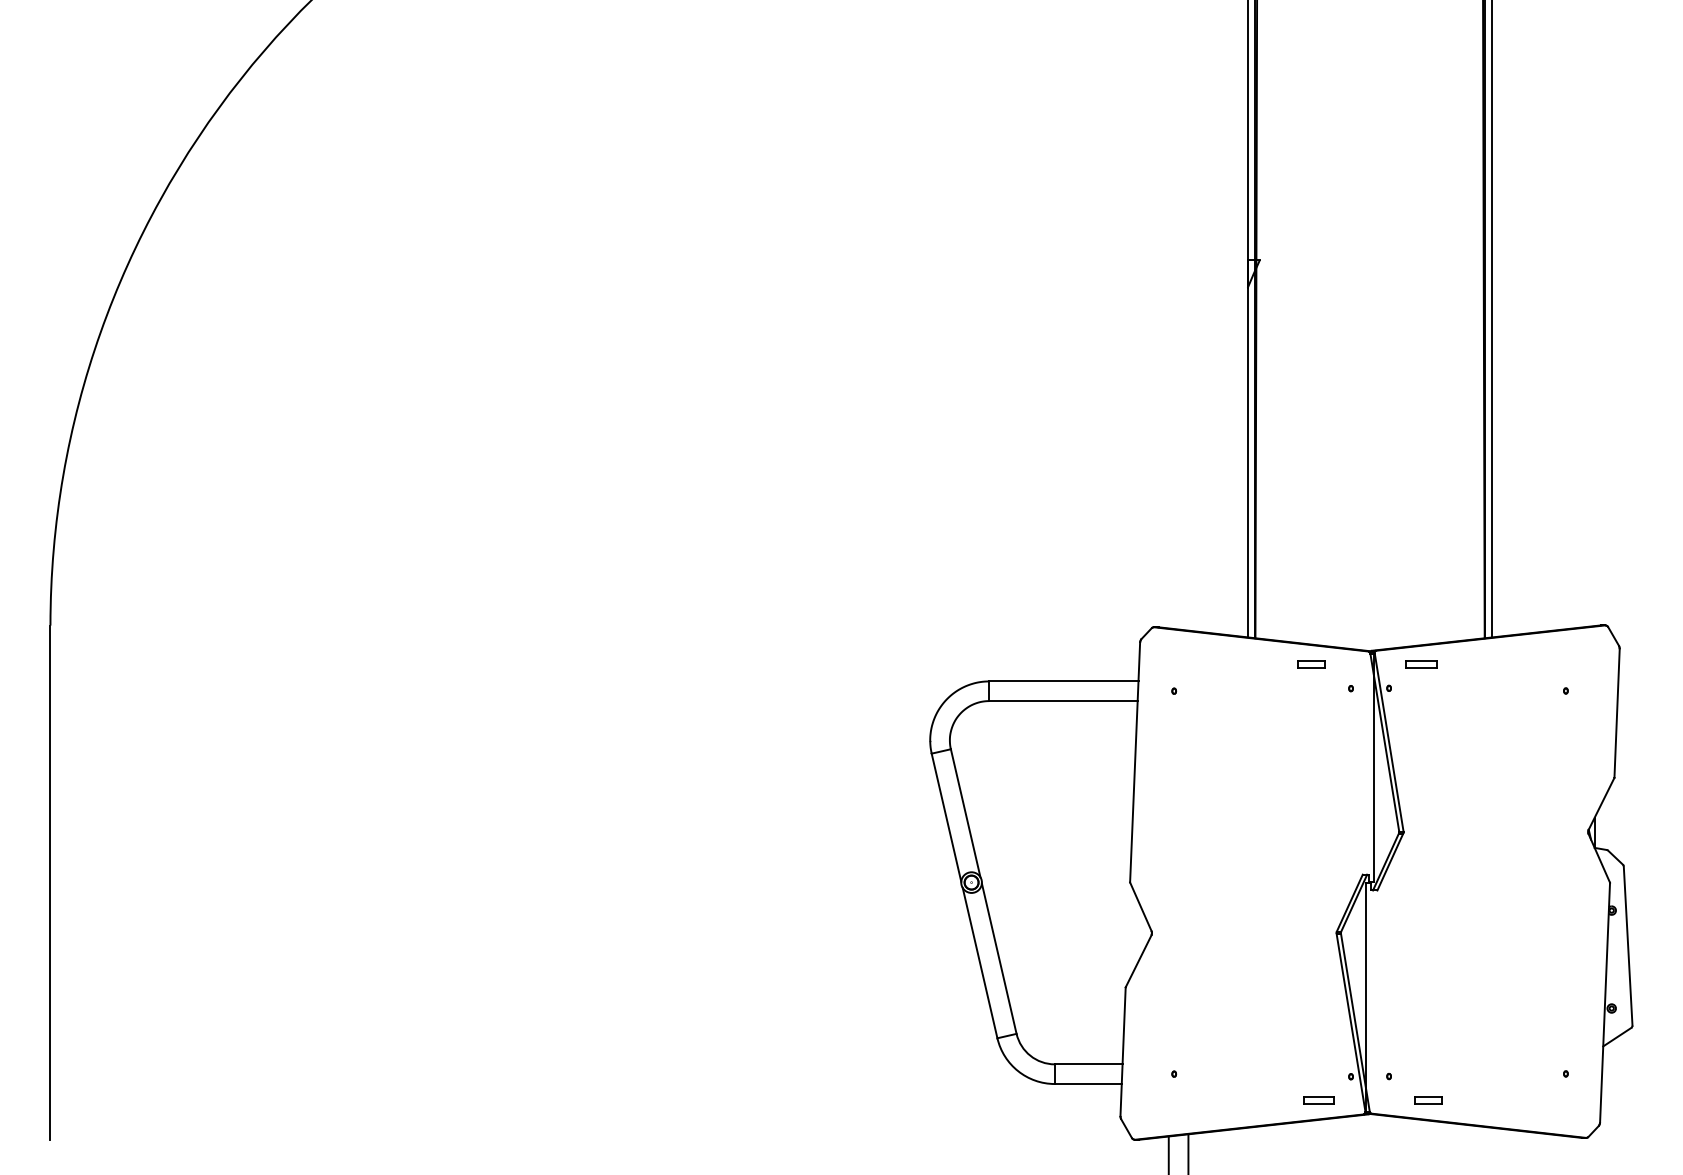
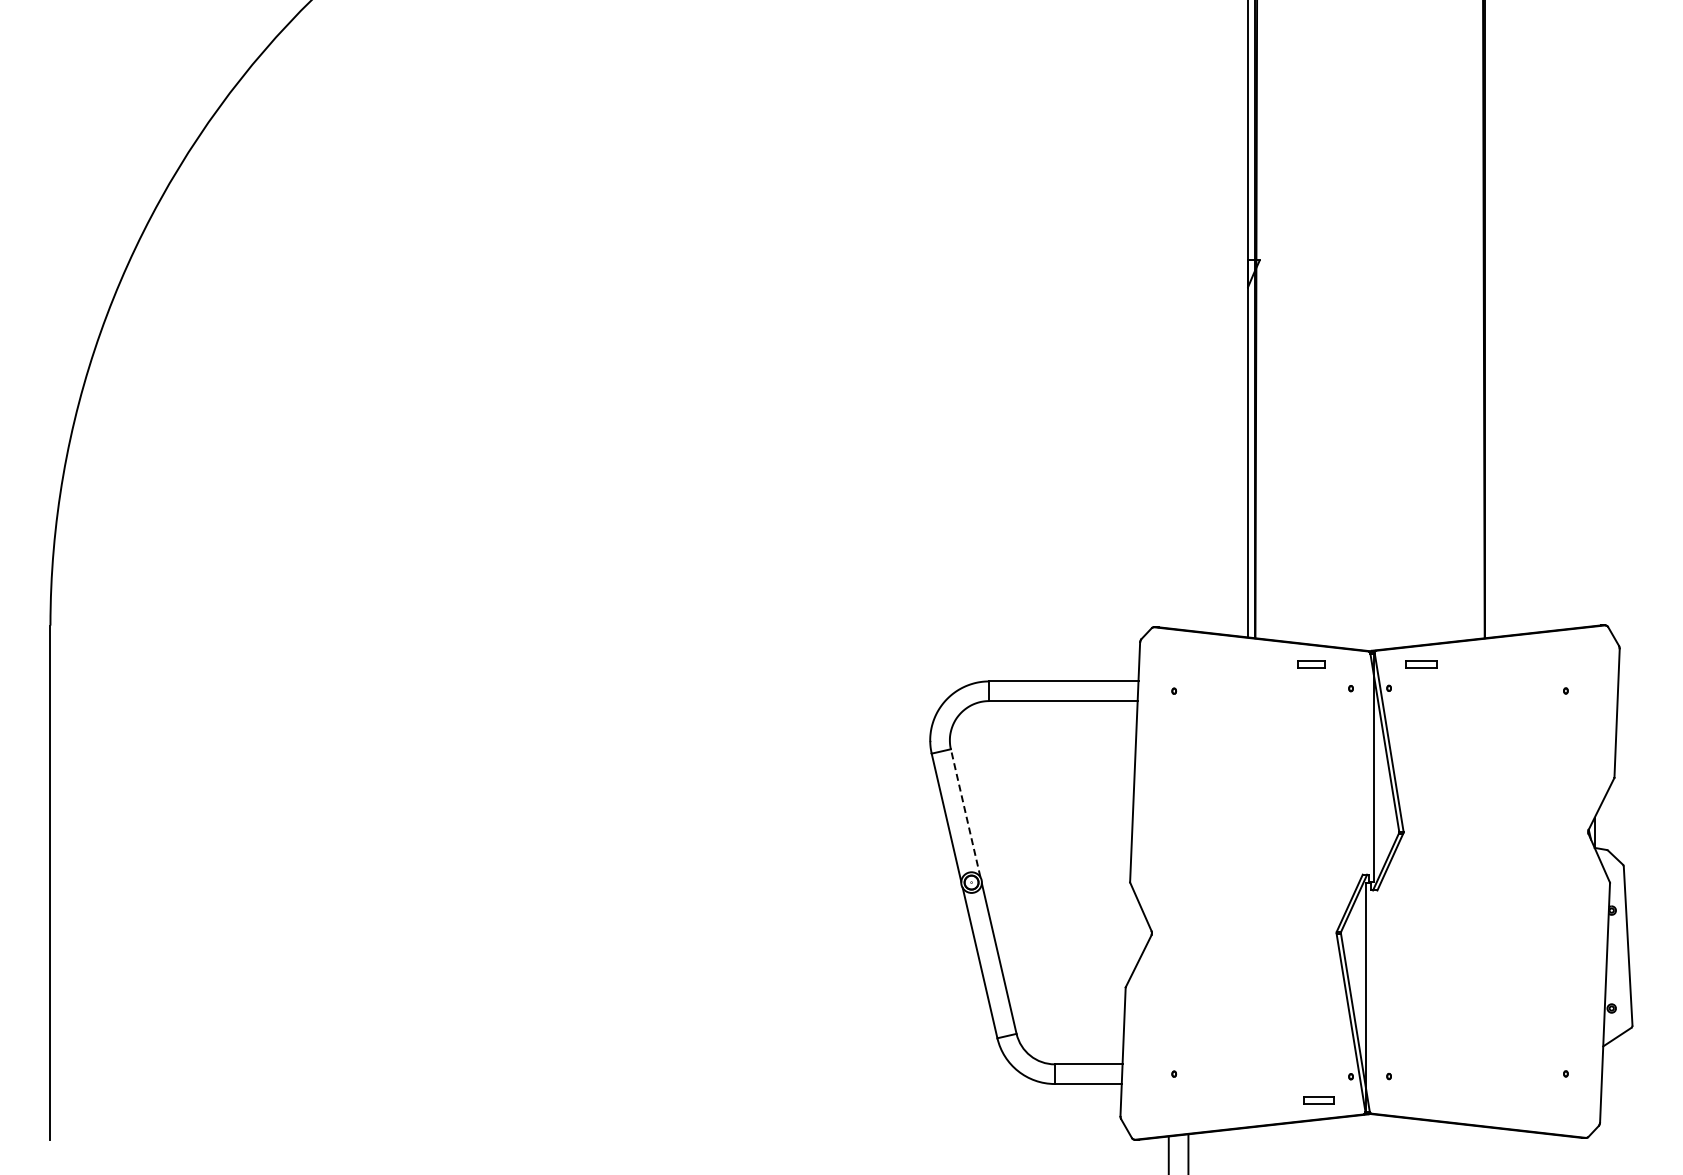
line at (1492, 319): present -> none
line at (965, 813): solid -> dashed
part at (1428, 1100): present -> none
